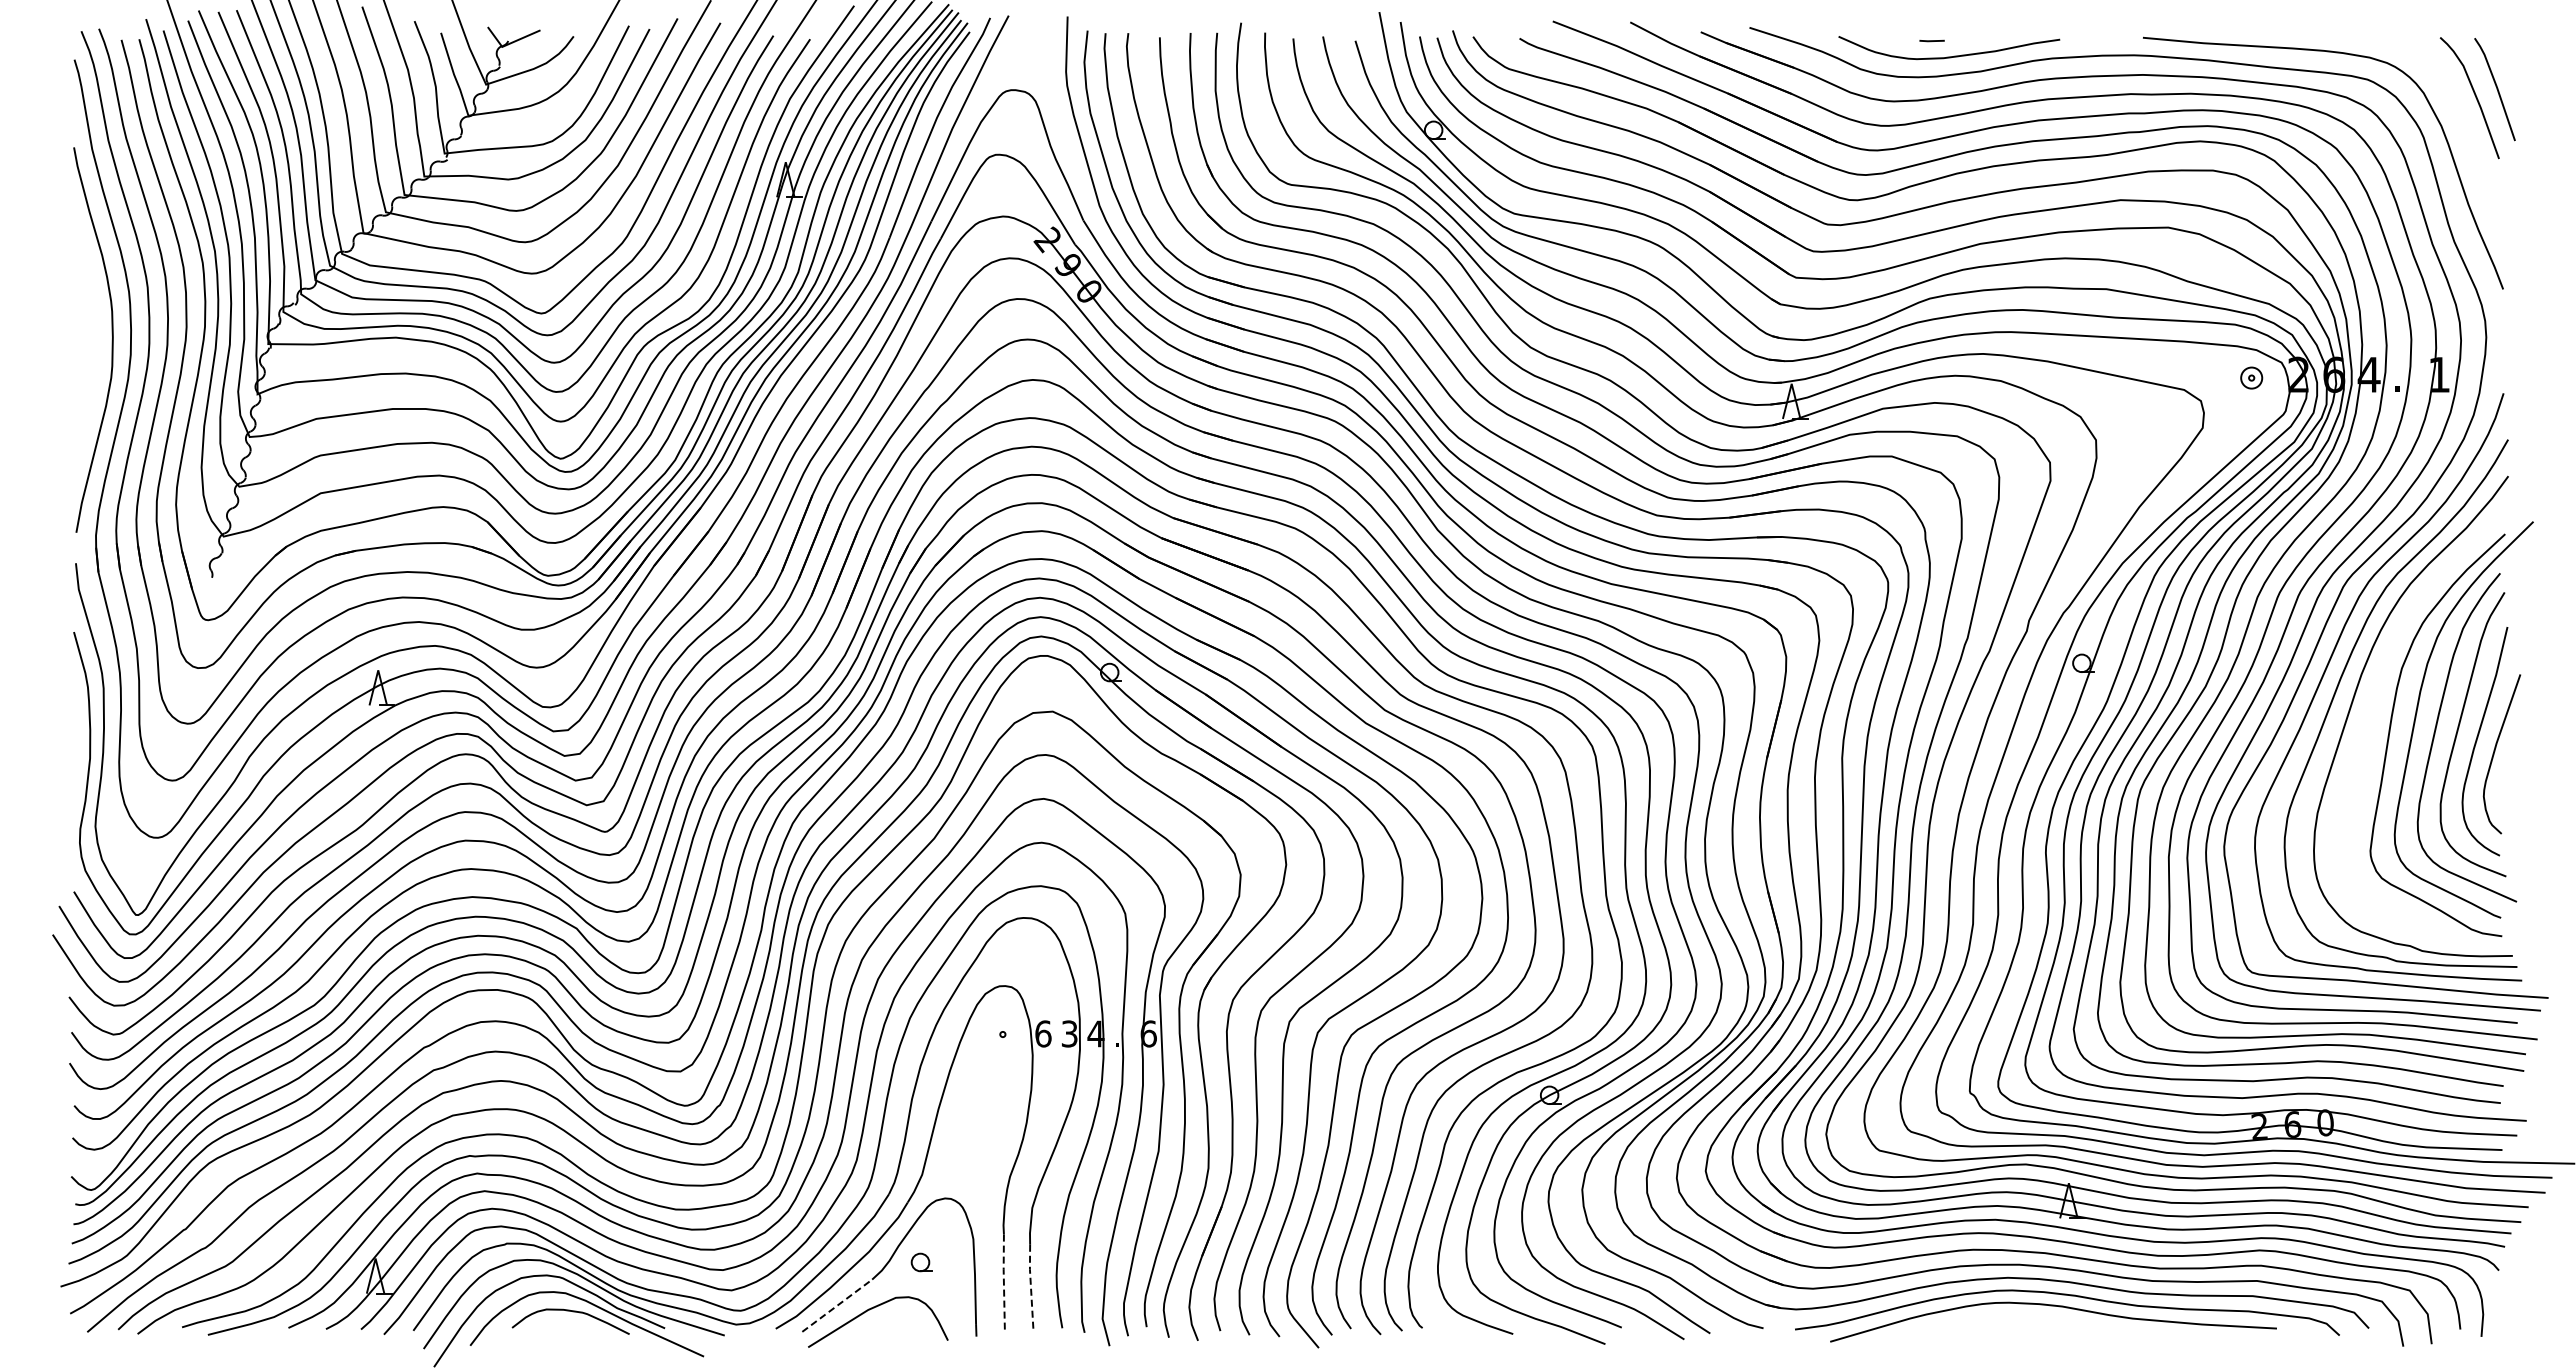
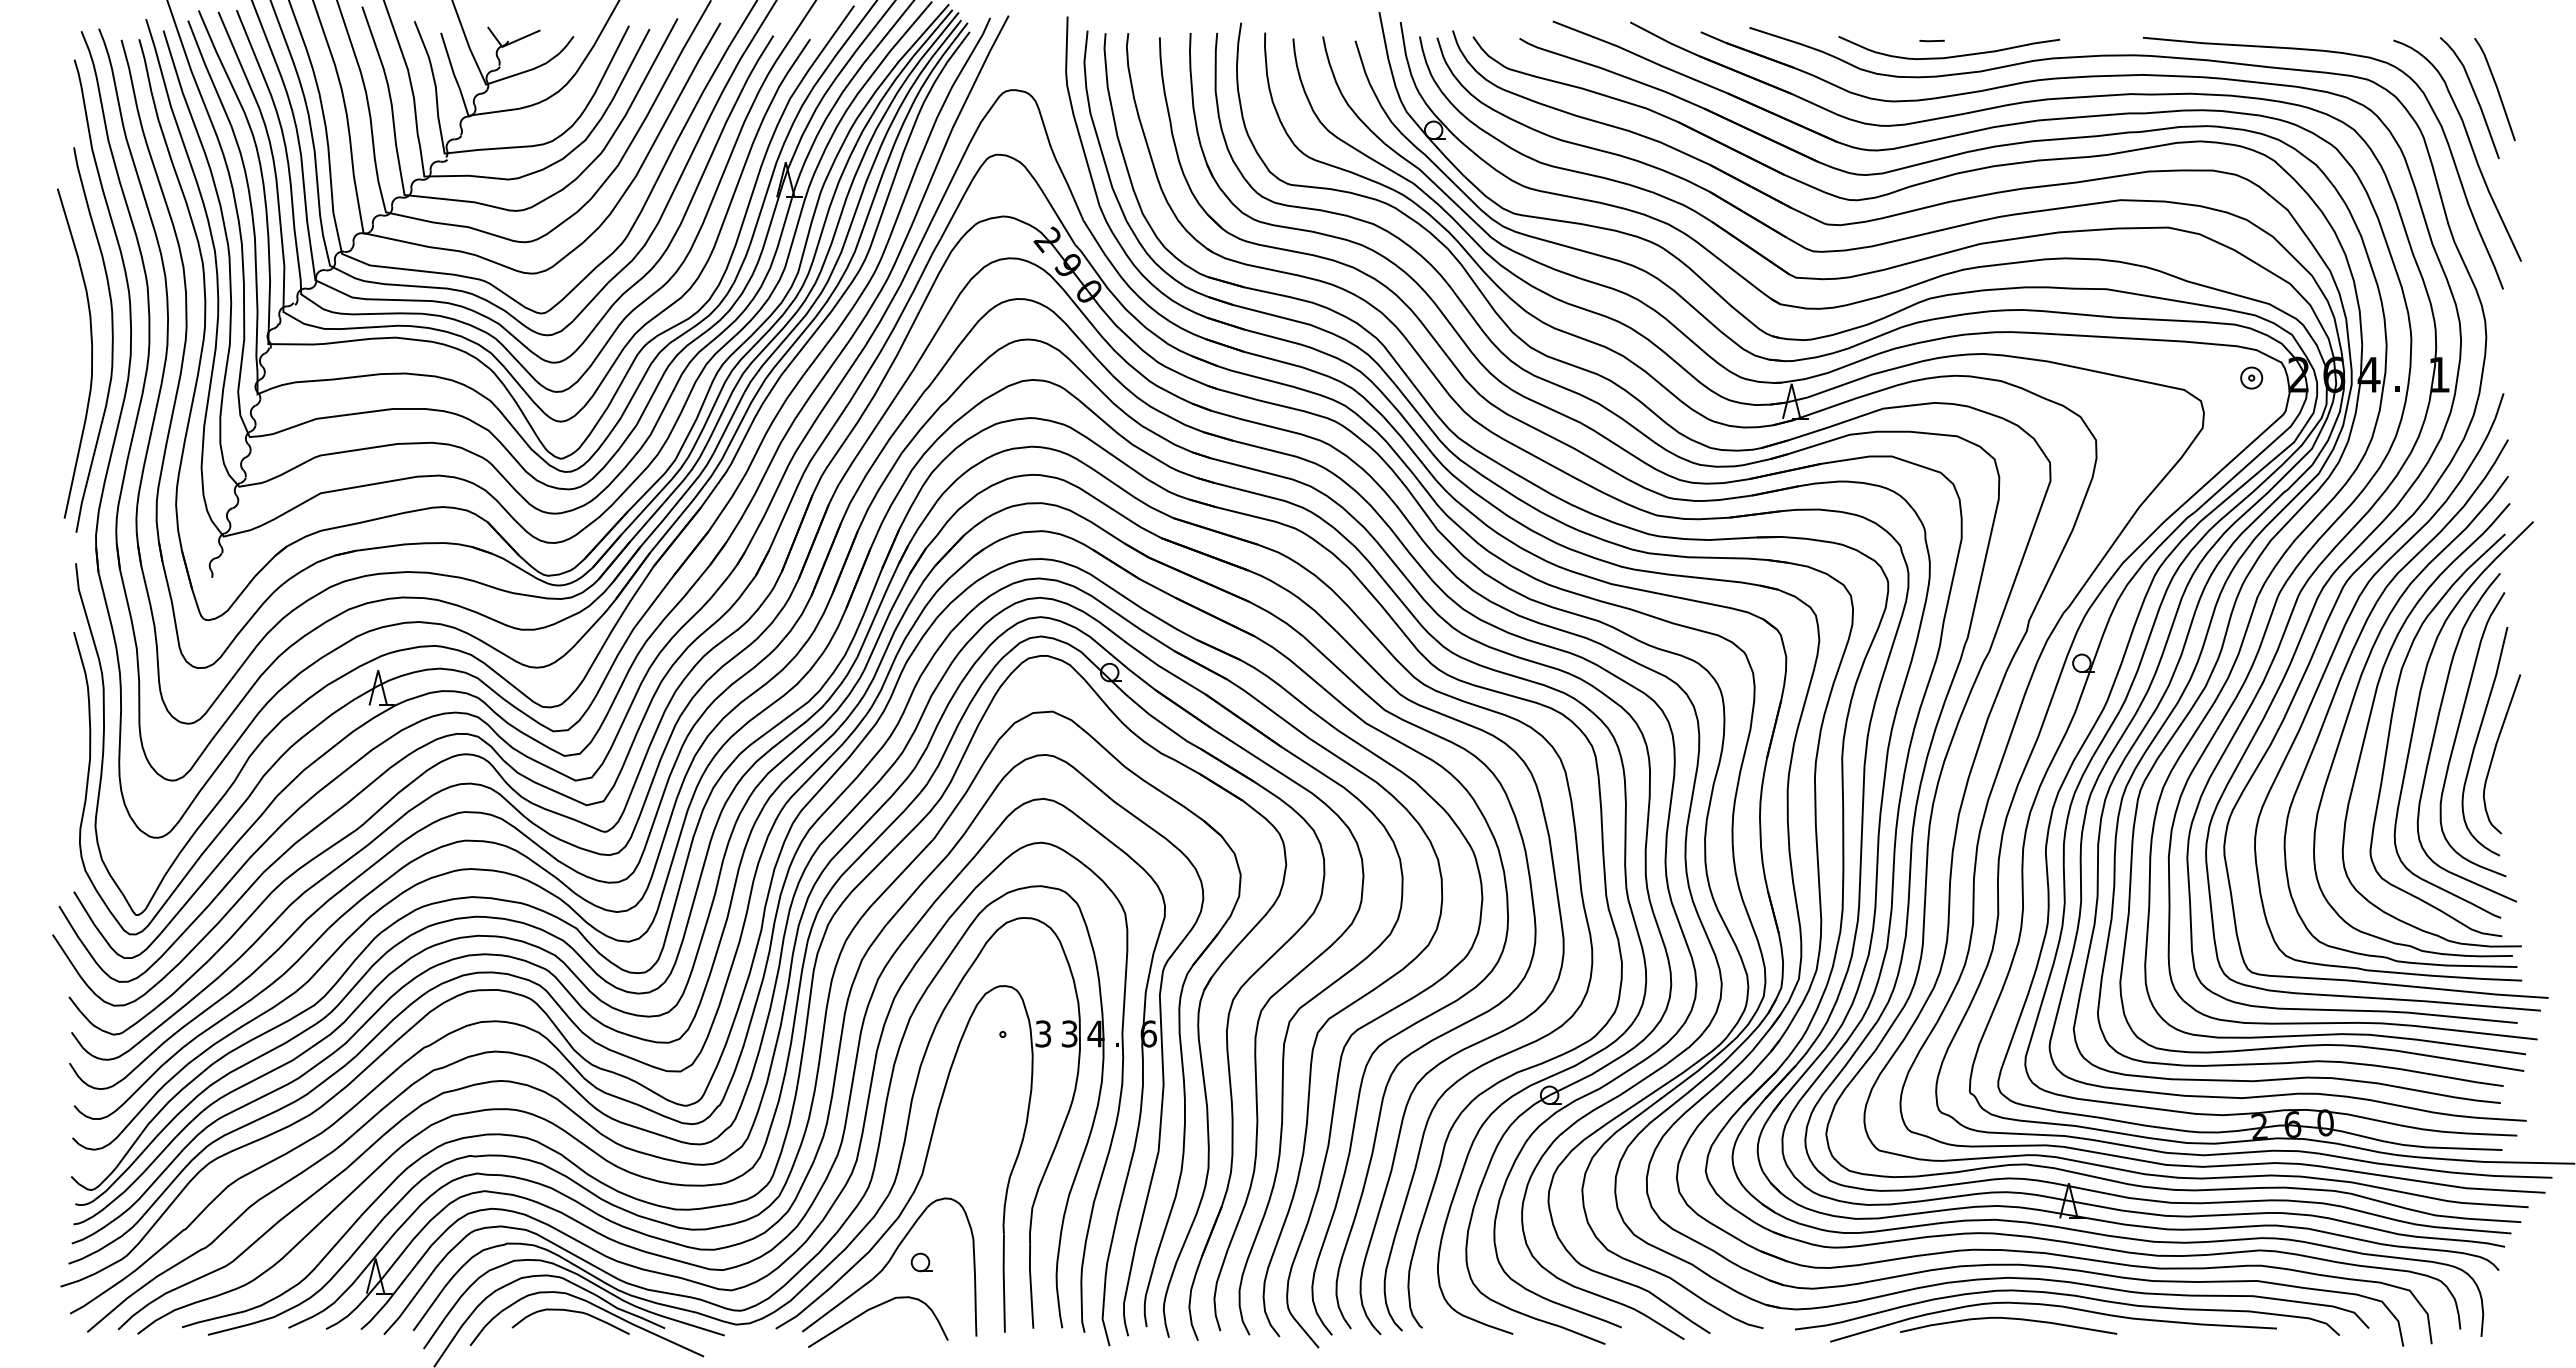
curve at (2469, 144): none -> present
curve at (91, 353): none -> present
curve at (2371, 715): none -> present
text at (1043, 1033): 6 -> 3
line at (1003, 1282): dashed -> solid
line at (1030, 1286): dashed -> solid
line at (837, 1305): dashed -> solid
curve at (2008, 1319): none -> present
